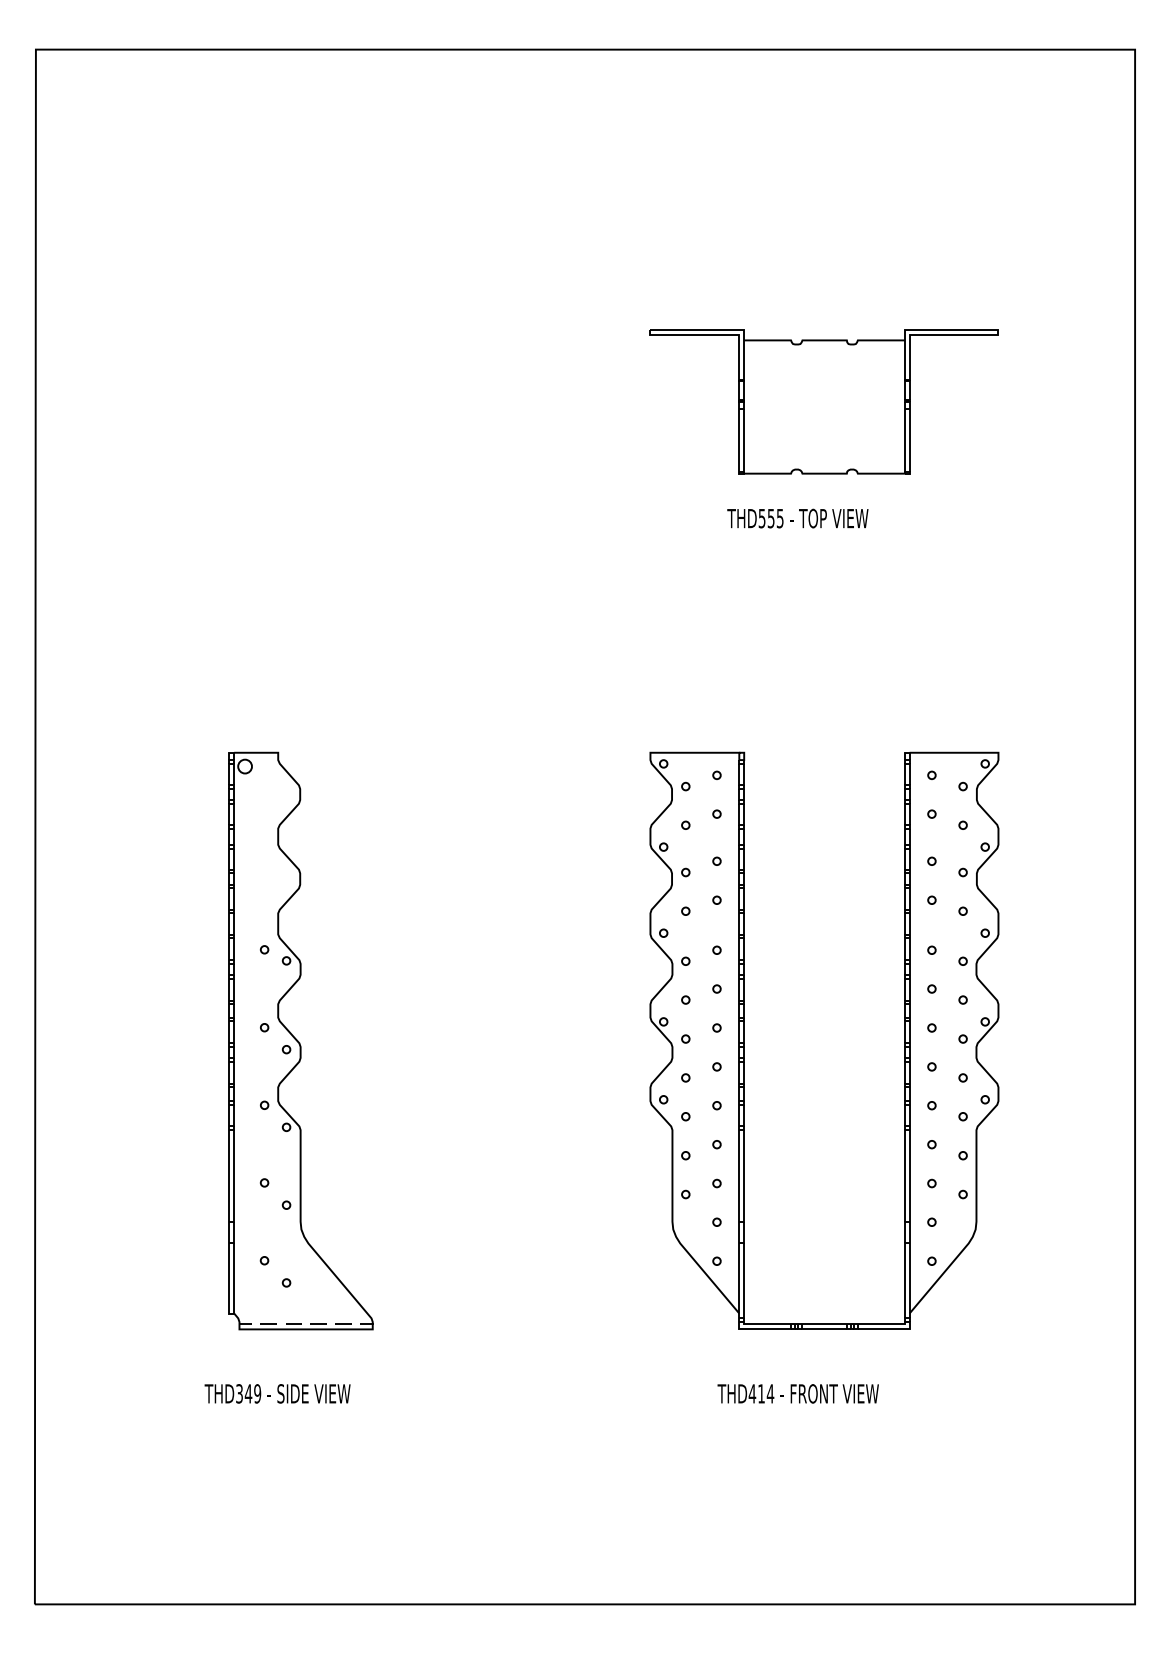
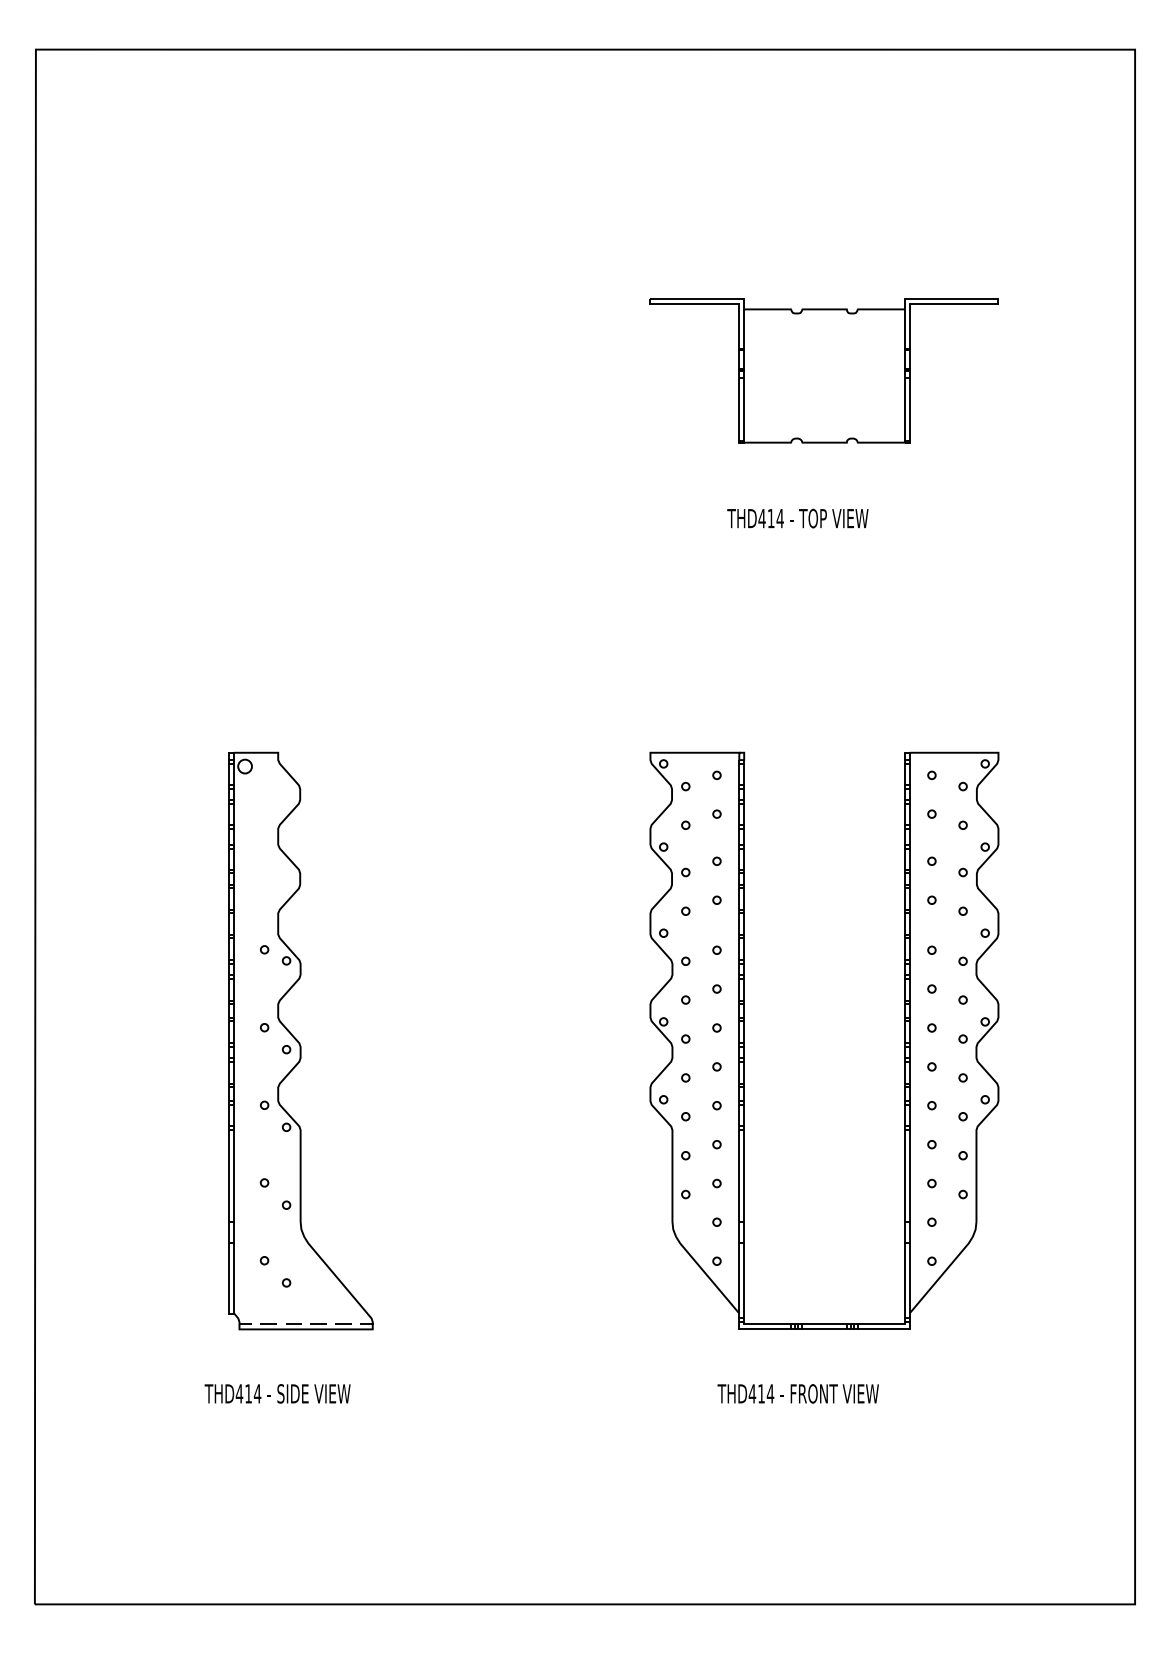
part at (823, 401) position: (823, 401) -> (823, 370)
text at (770, 518): THD555 -> THD414
text at (248, 1393): THD349 -> THD414
